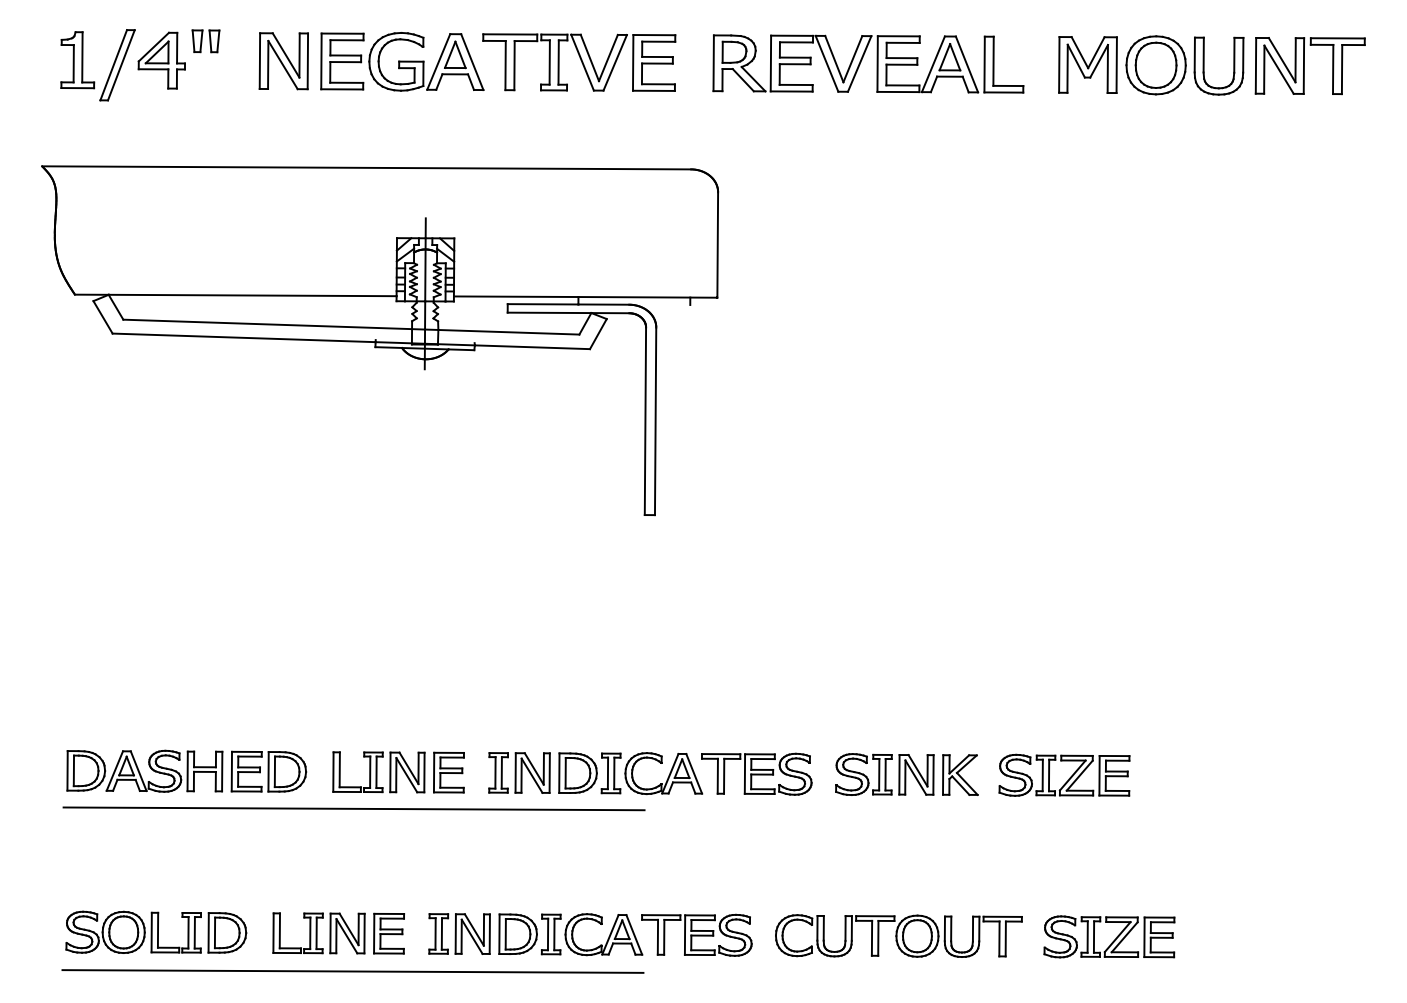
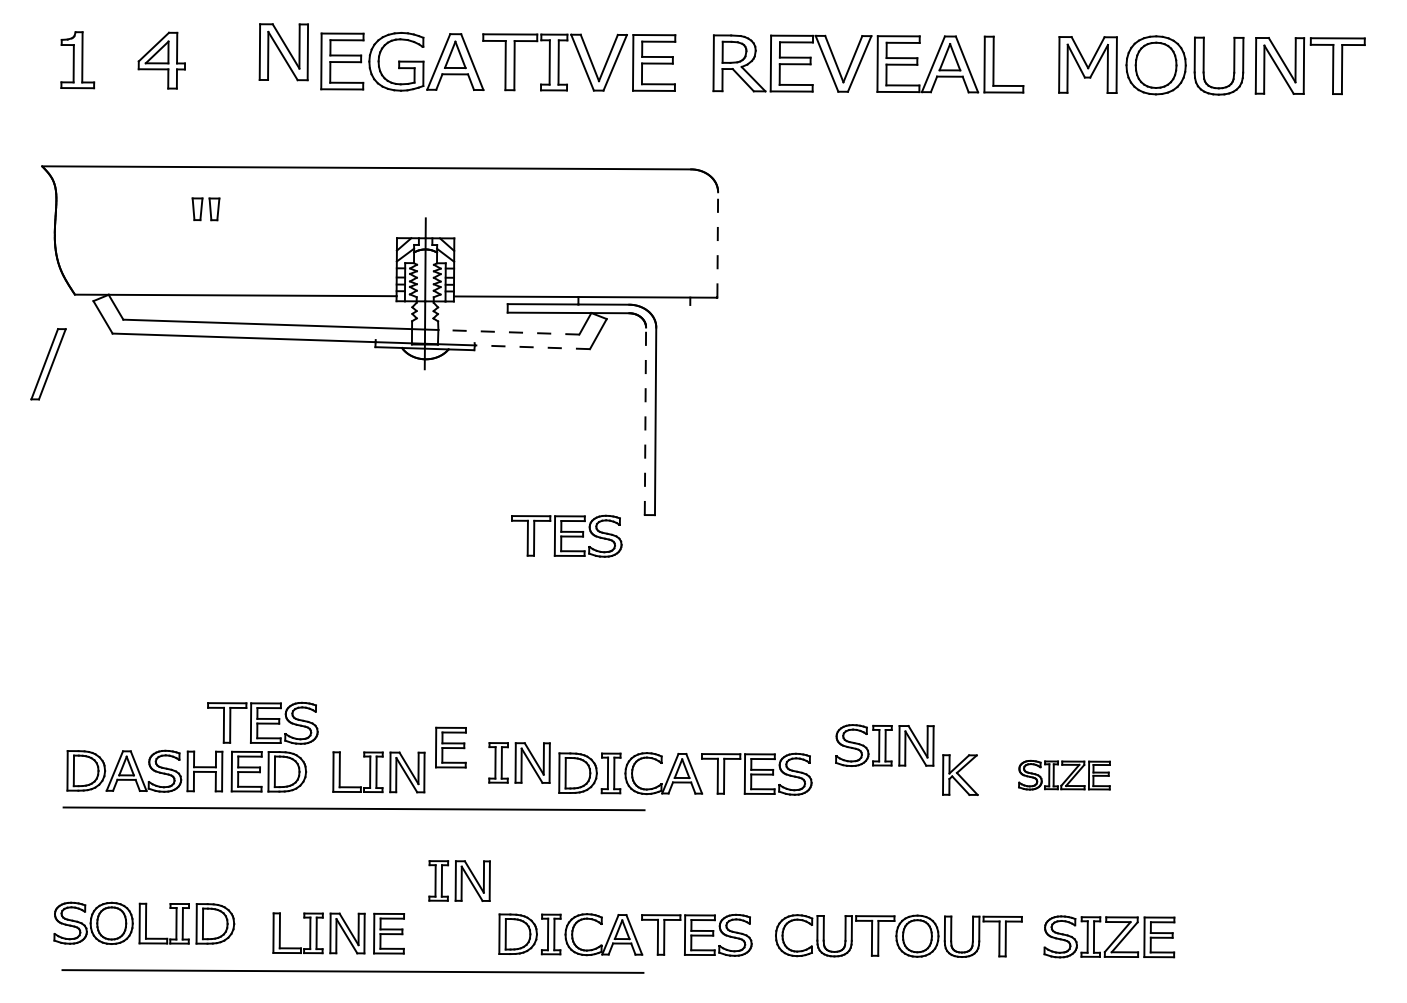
part at (205, 41) position: (205, 41) -> (205, 209)
part at (283, 61) position: (283, 61) -> (283, 52)
part at (117, 65) position: (117, 65) -> (48, 364)
line at (717, 244): solid -> dashed
line at (508, 332): solid -> dashed
line at (532, 347): solid -> dashed
line at (645, 421): solid -> dashed
part at (566, 535): none -> present
part at (262, 722): none -> present
part at (448, 772) position: (448, 772) -> (450, 747)
part at (519, 772) position: (519, 772) -> (519, 762)
part at (884, 774) position: (884, 774) -> (884, 745)
part at (1064, 774) size: 133x44 px -> 93x32 px
part at (156, 931) position: (156, 931) -> (144, 922)
part at (459, 933) position: (459, 933) -> (459, 880)
